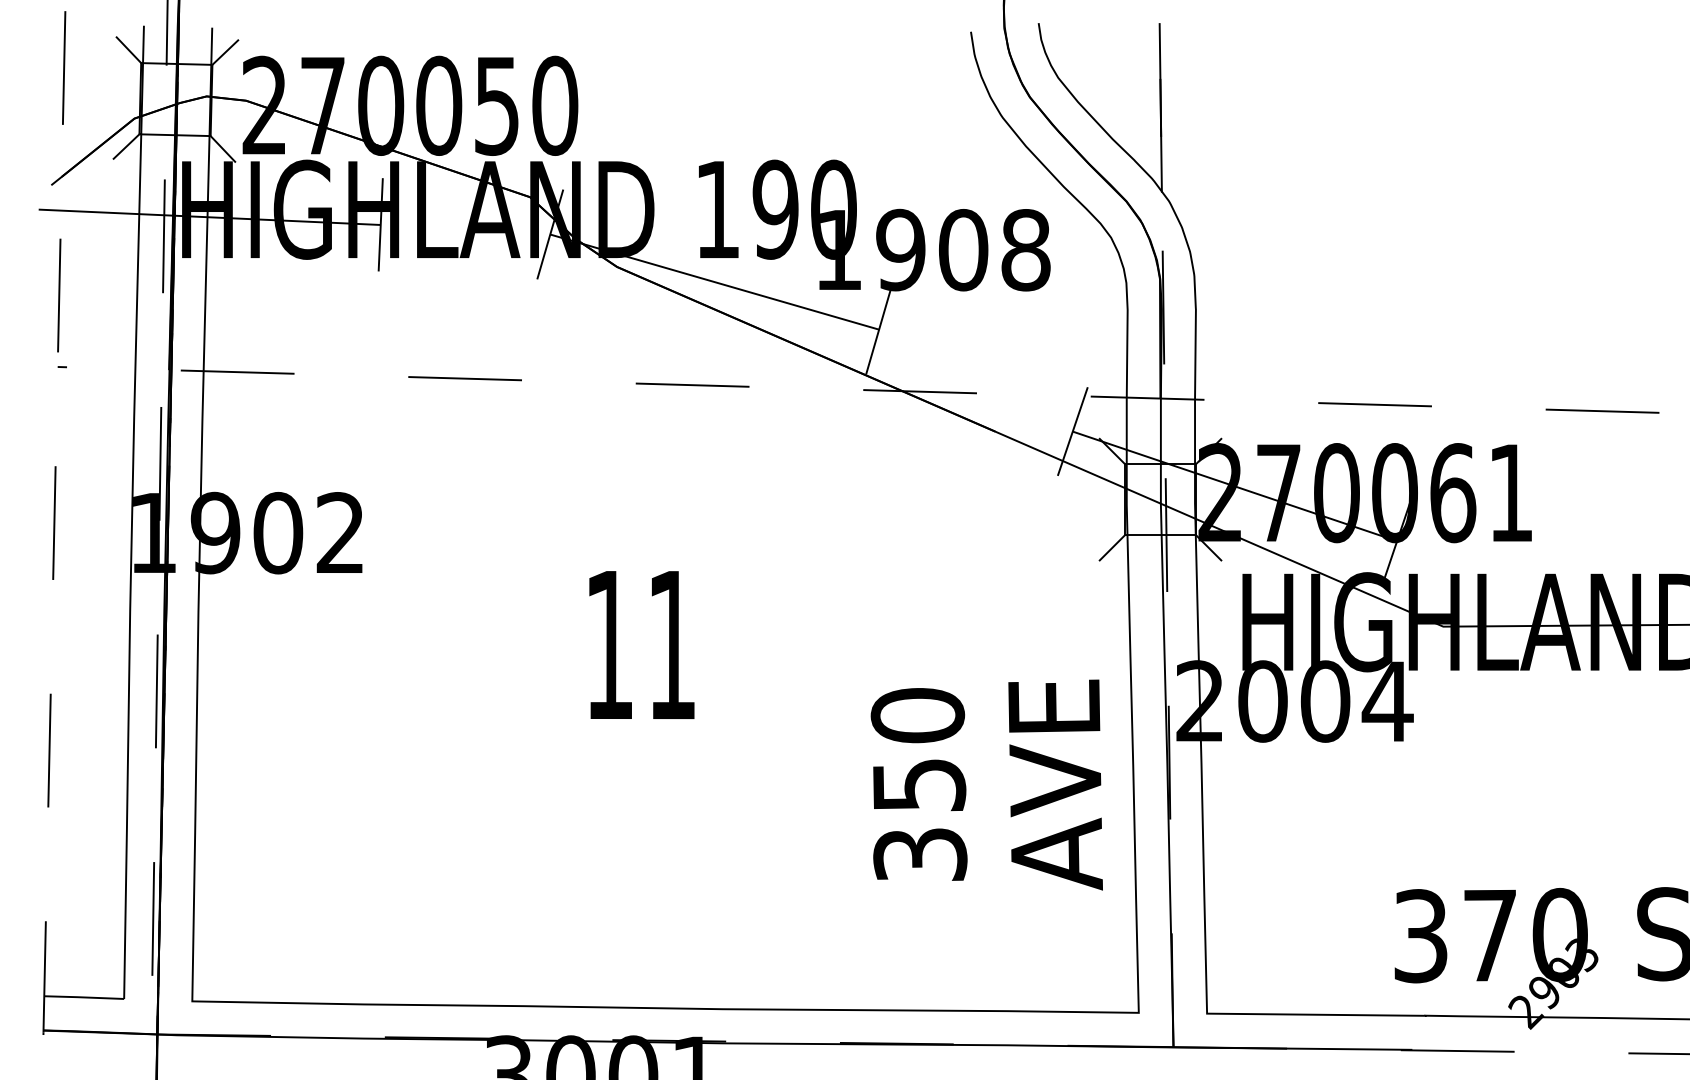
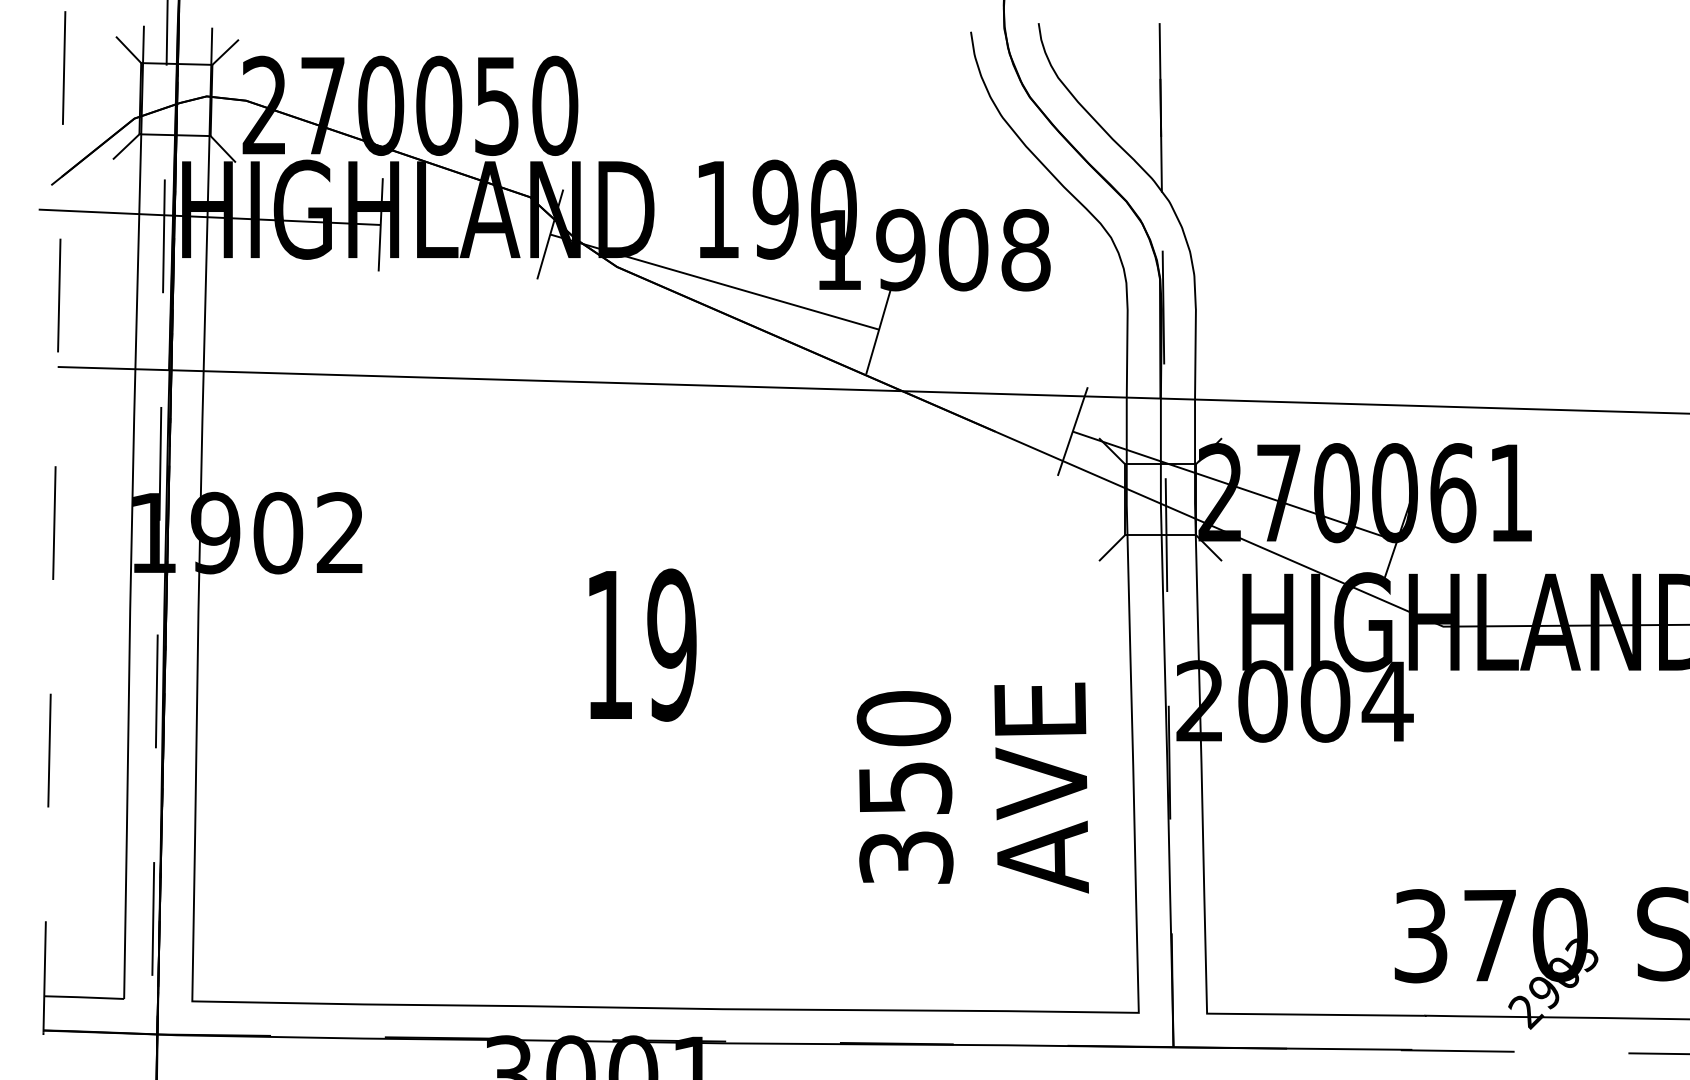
line at (873, 390): dashed -> solid
text at (671, 644): 11 -> 19
text at (986, 784) position: (986, 784) -> (972, 787)
